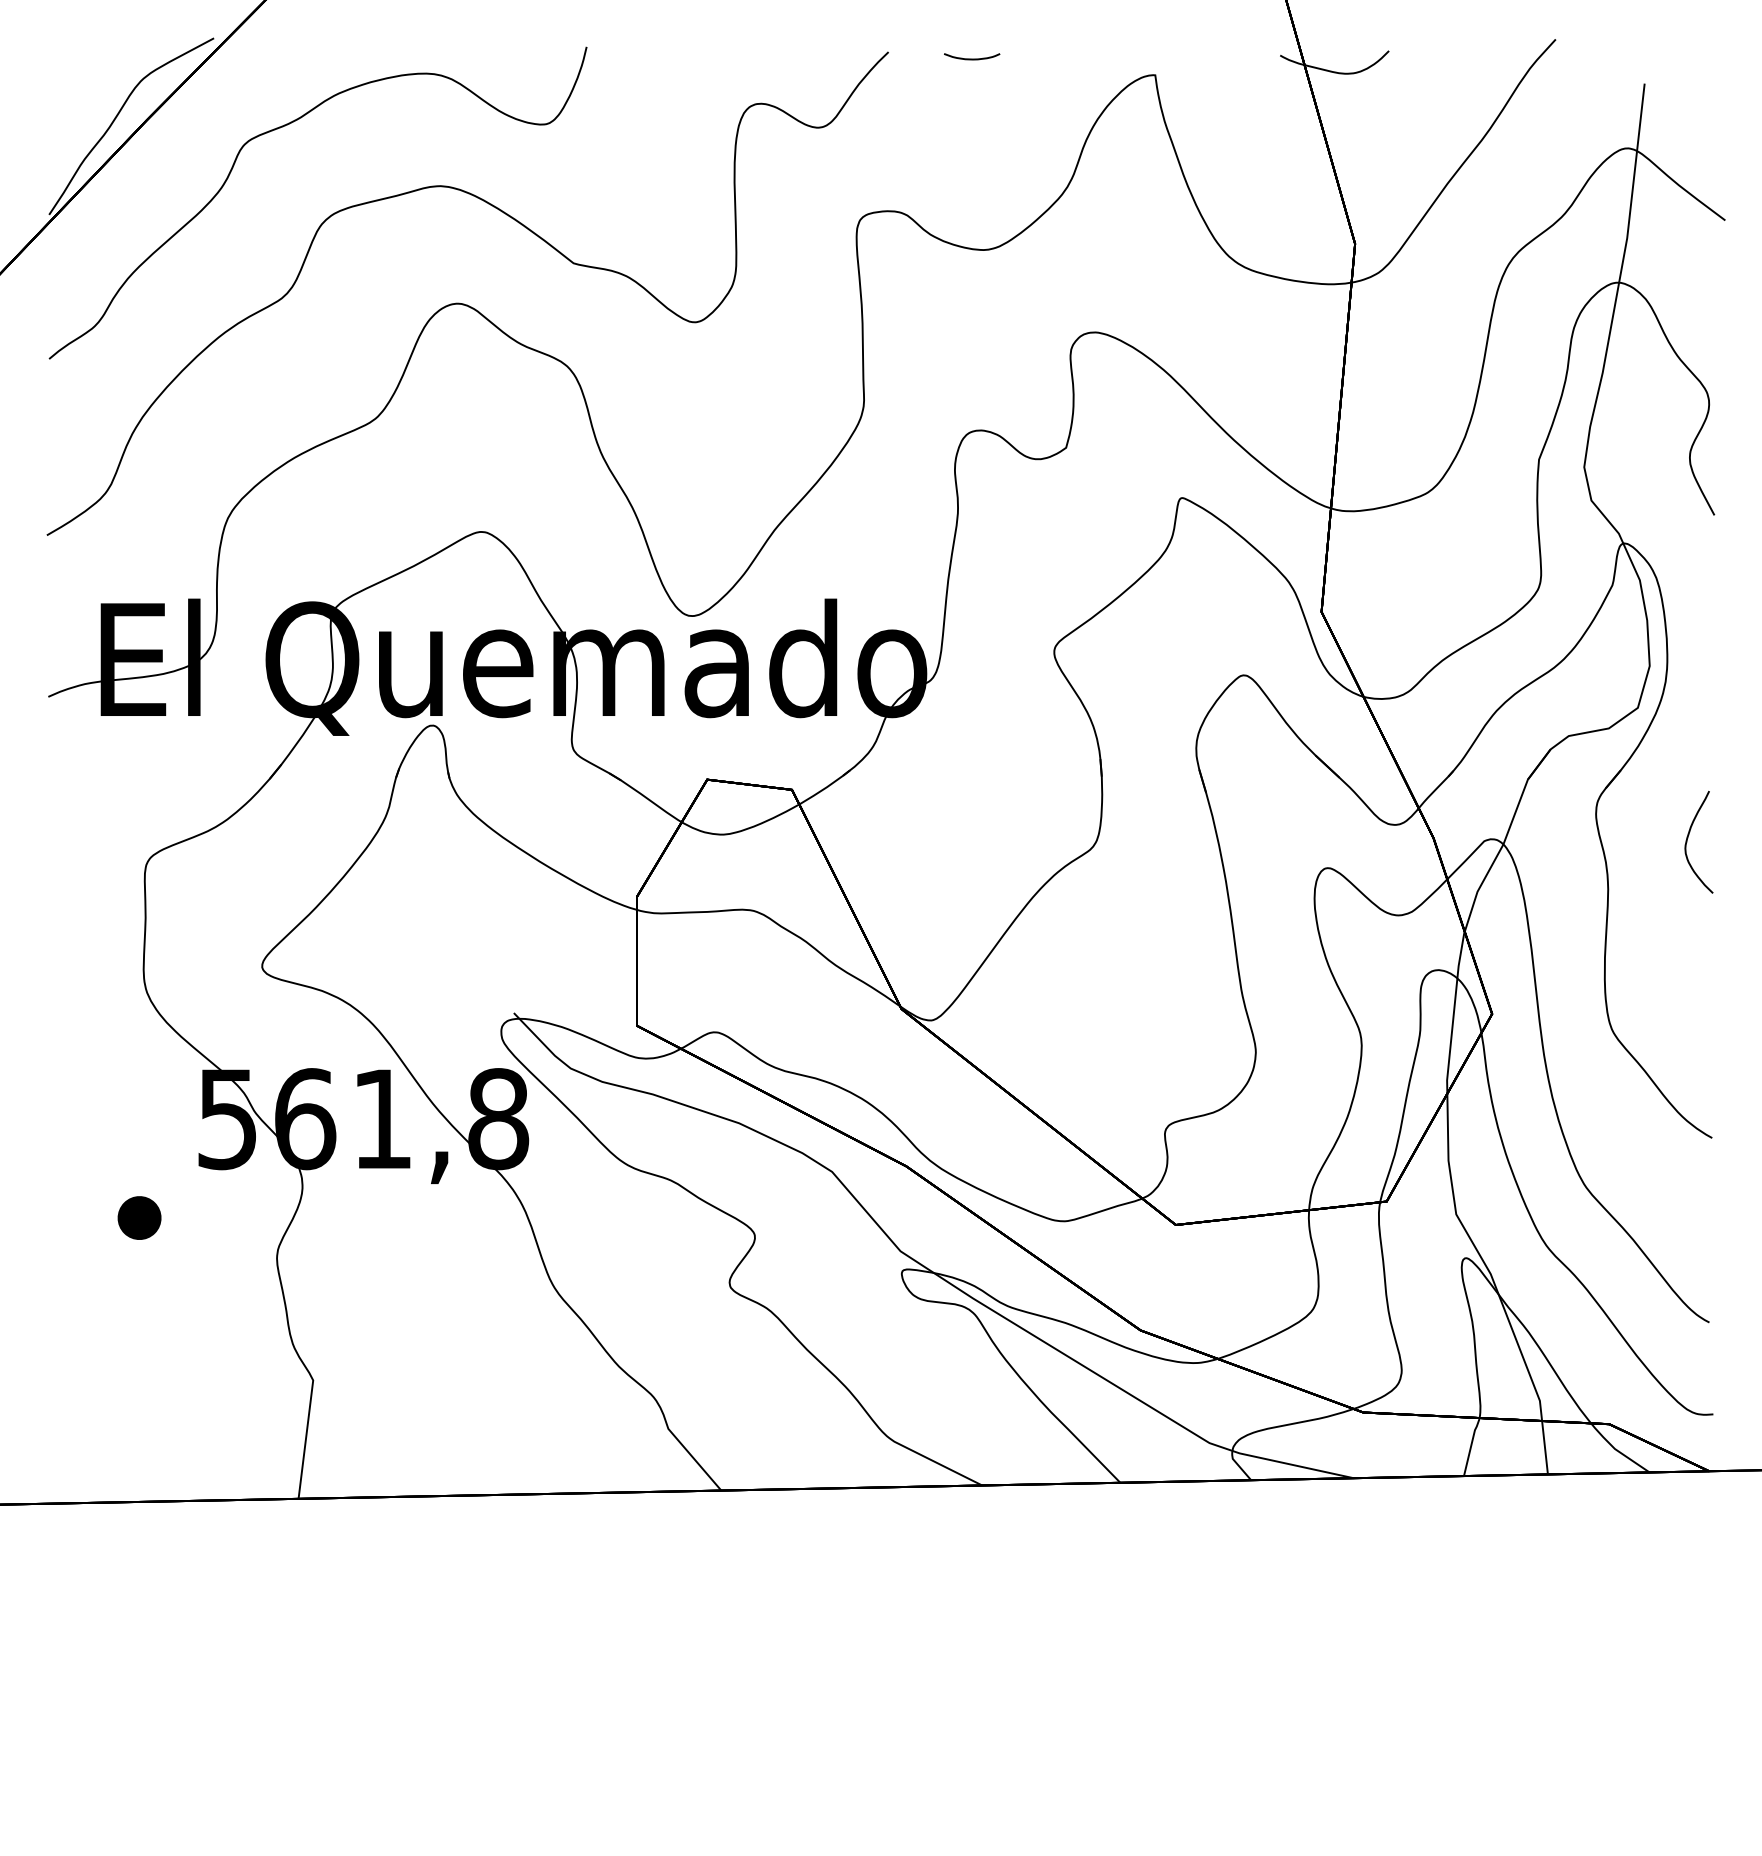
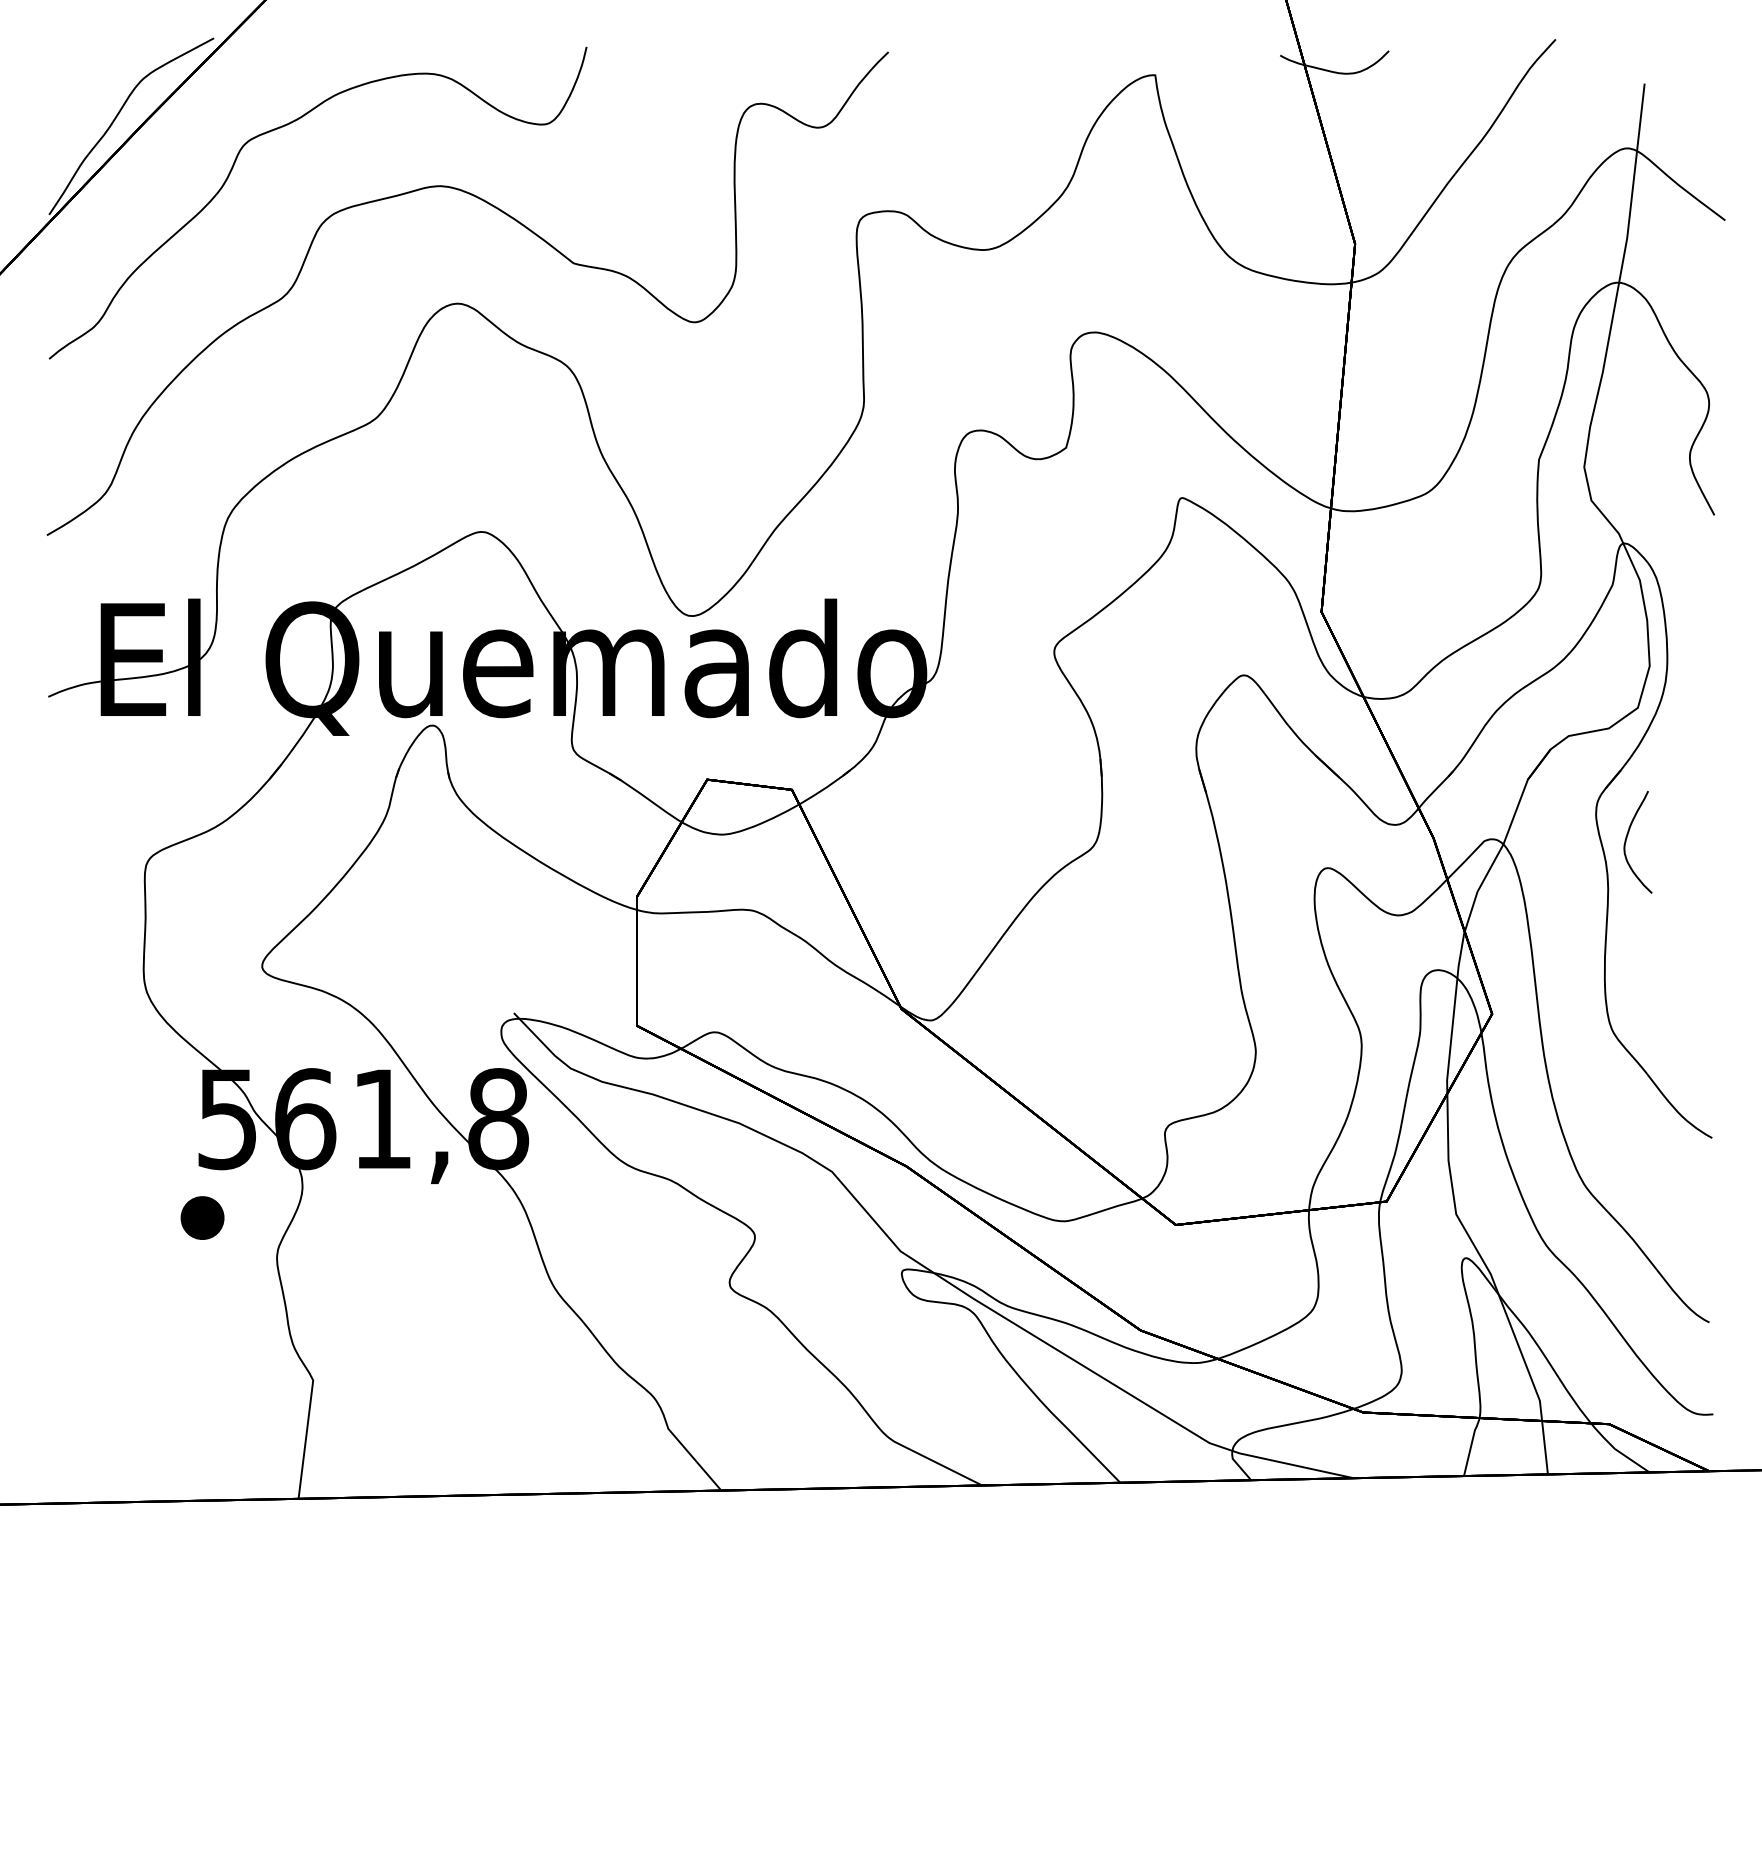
curve at (972, 58): present -> none
curve at (1688, 838) position: (1688, 838) -> (1627, 838)
part at (139, 1217) position: (139, 1217) -> (202, 1217)
